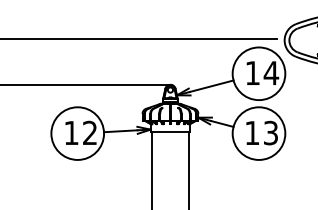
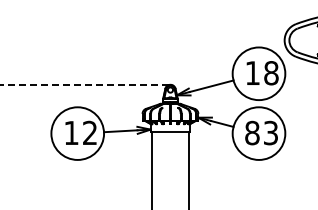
line at (139, 39): present -> none
text at (271, 73): 14 -> 18
line at (84, 84): solid -> dashed
text at (252, 132): 13 -> 83
